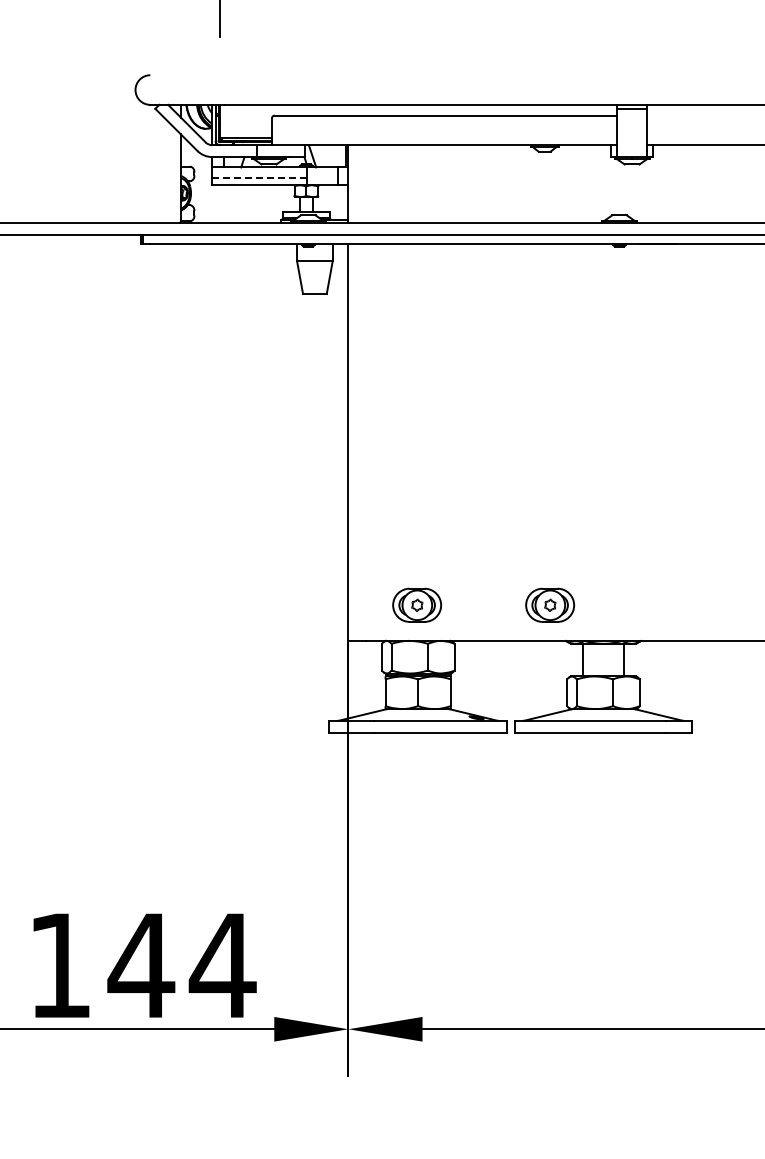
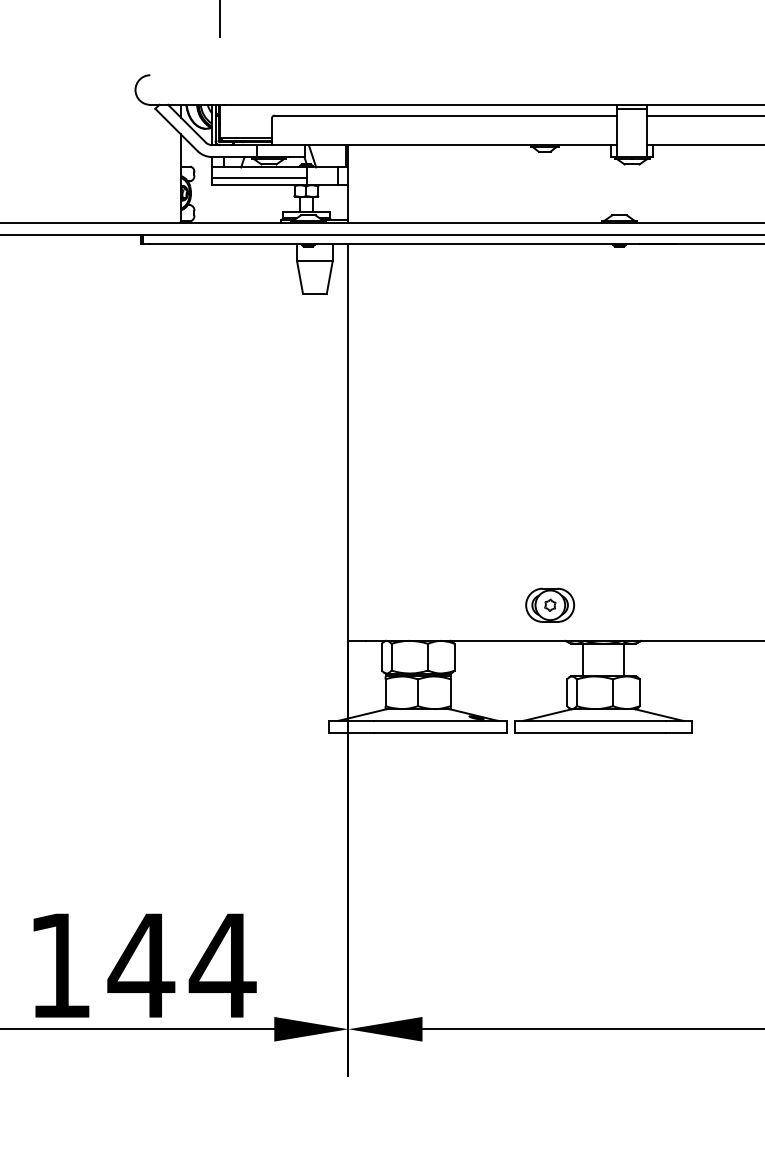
line at (703, 115): none -> present
line at (260, 178): dashed -> solid
part at (417, 604): present -> none
